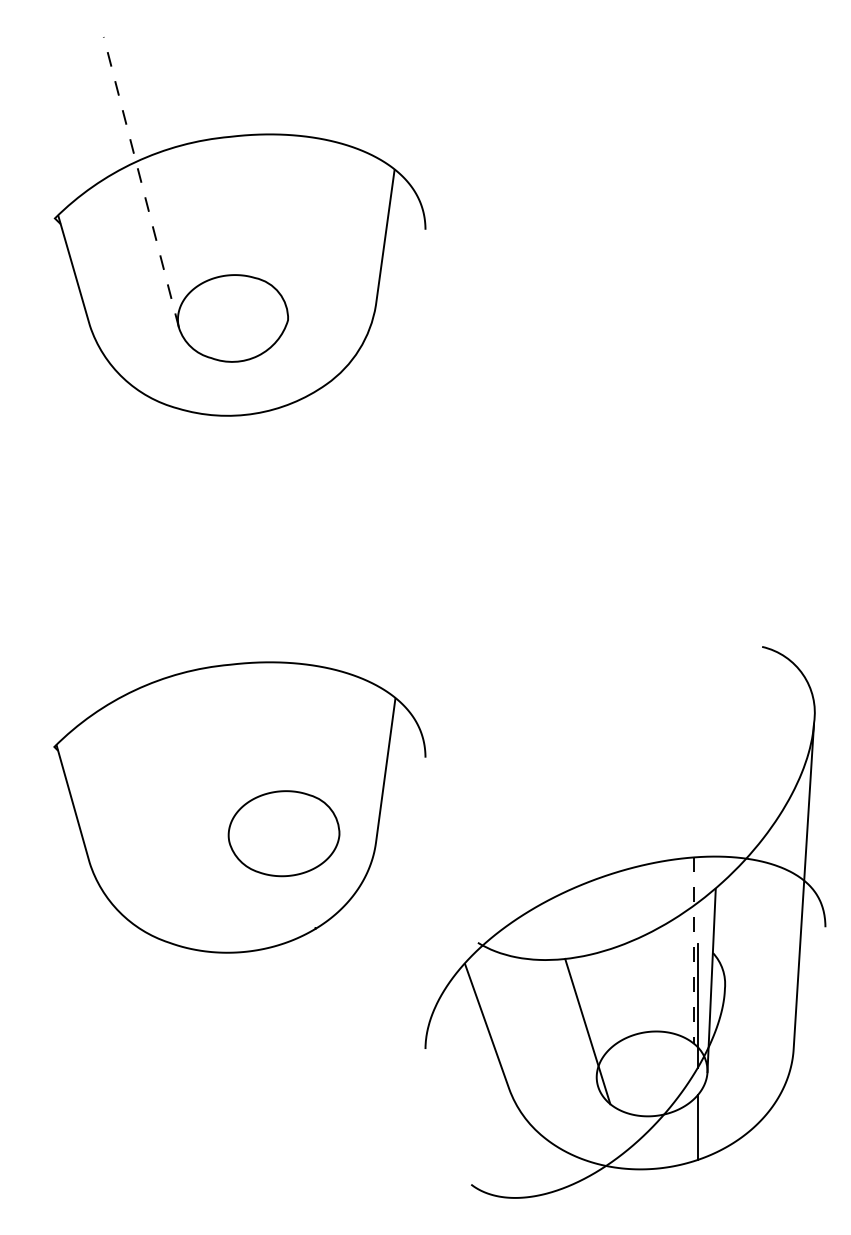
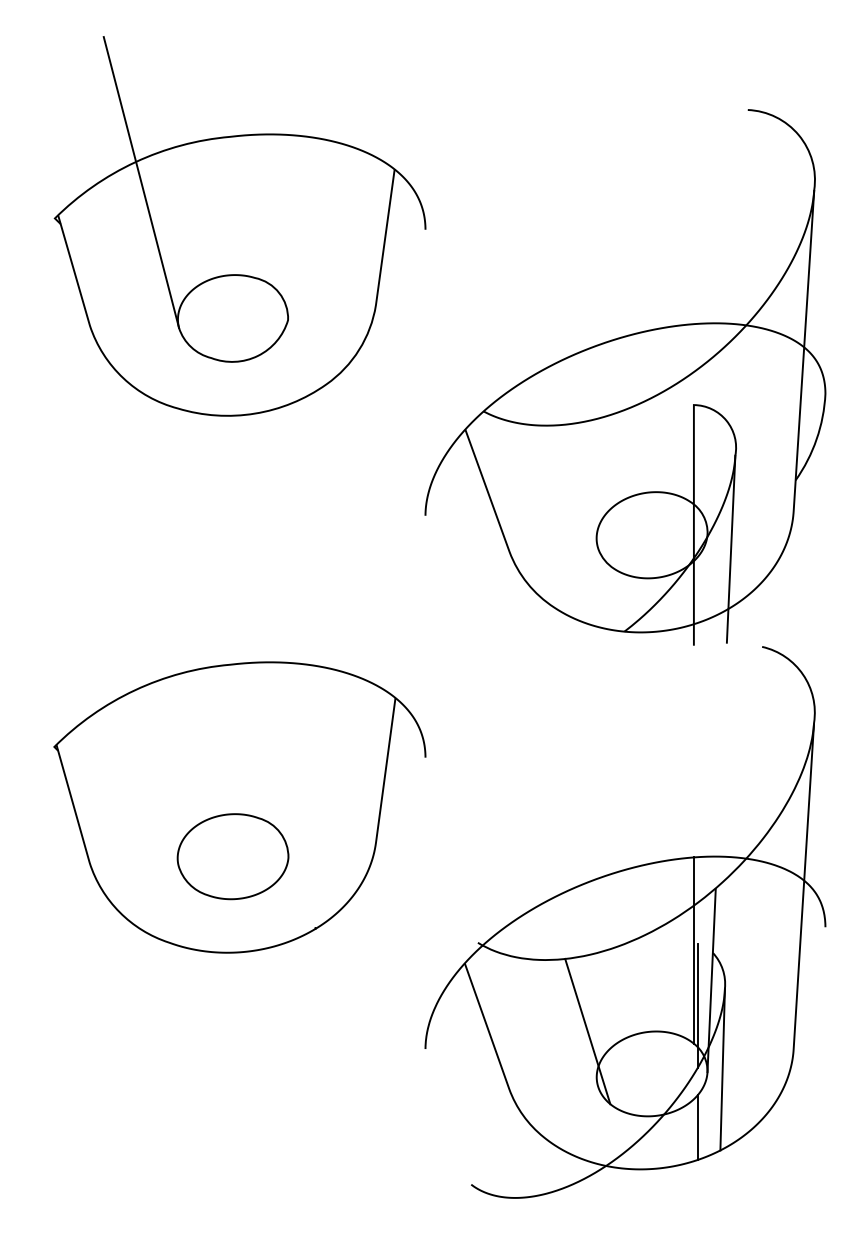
line at (141, 182): dashed -> solid
part at (625, 377): none -> present
part at (283, 833) position: (283, 833) -> (232, 856)
line at (693, 951): dashed -> solid
line at (722, 1069): none -> present
